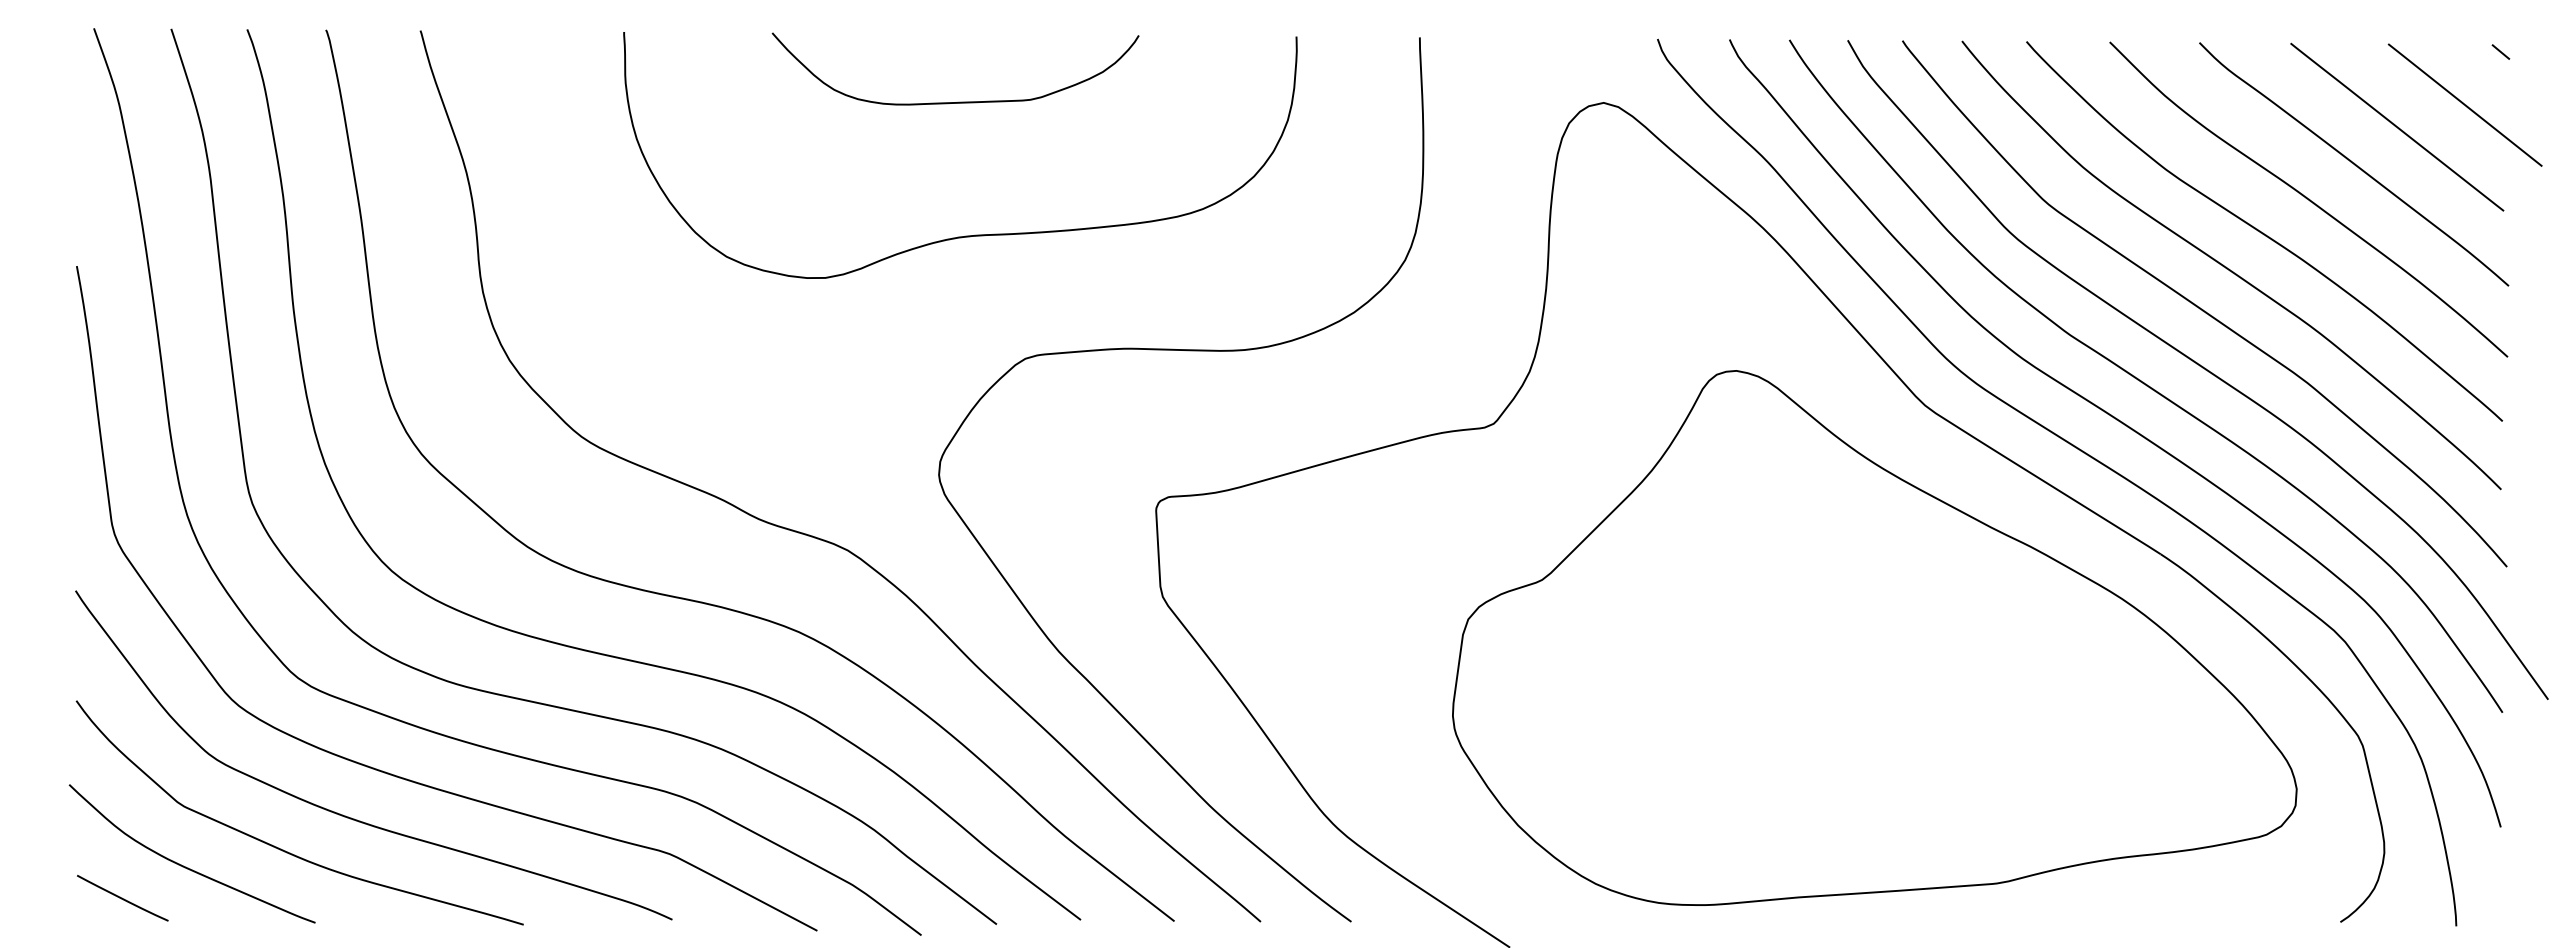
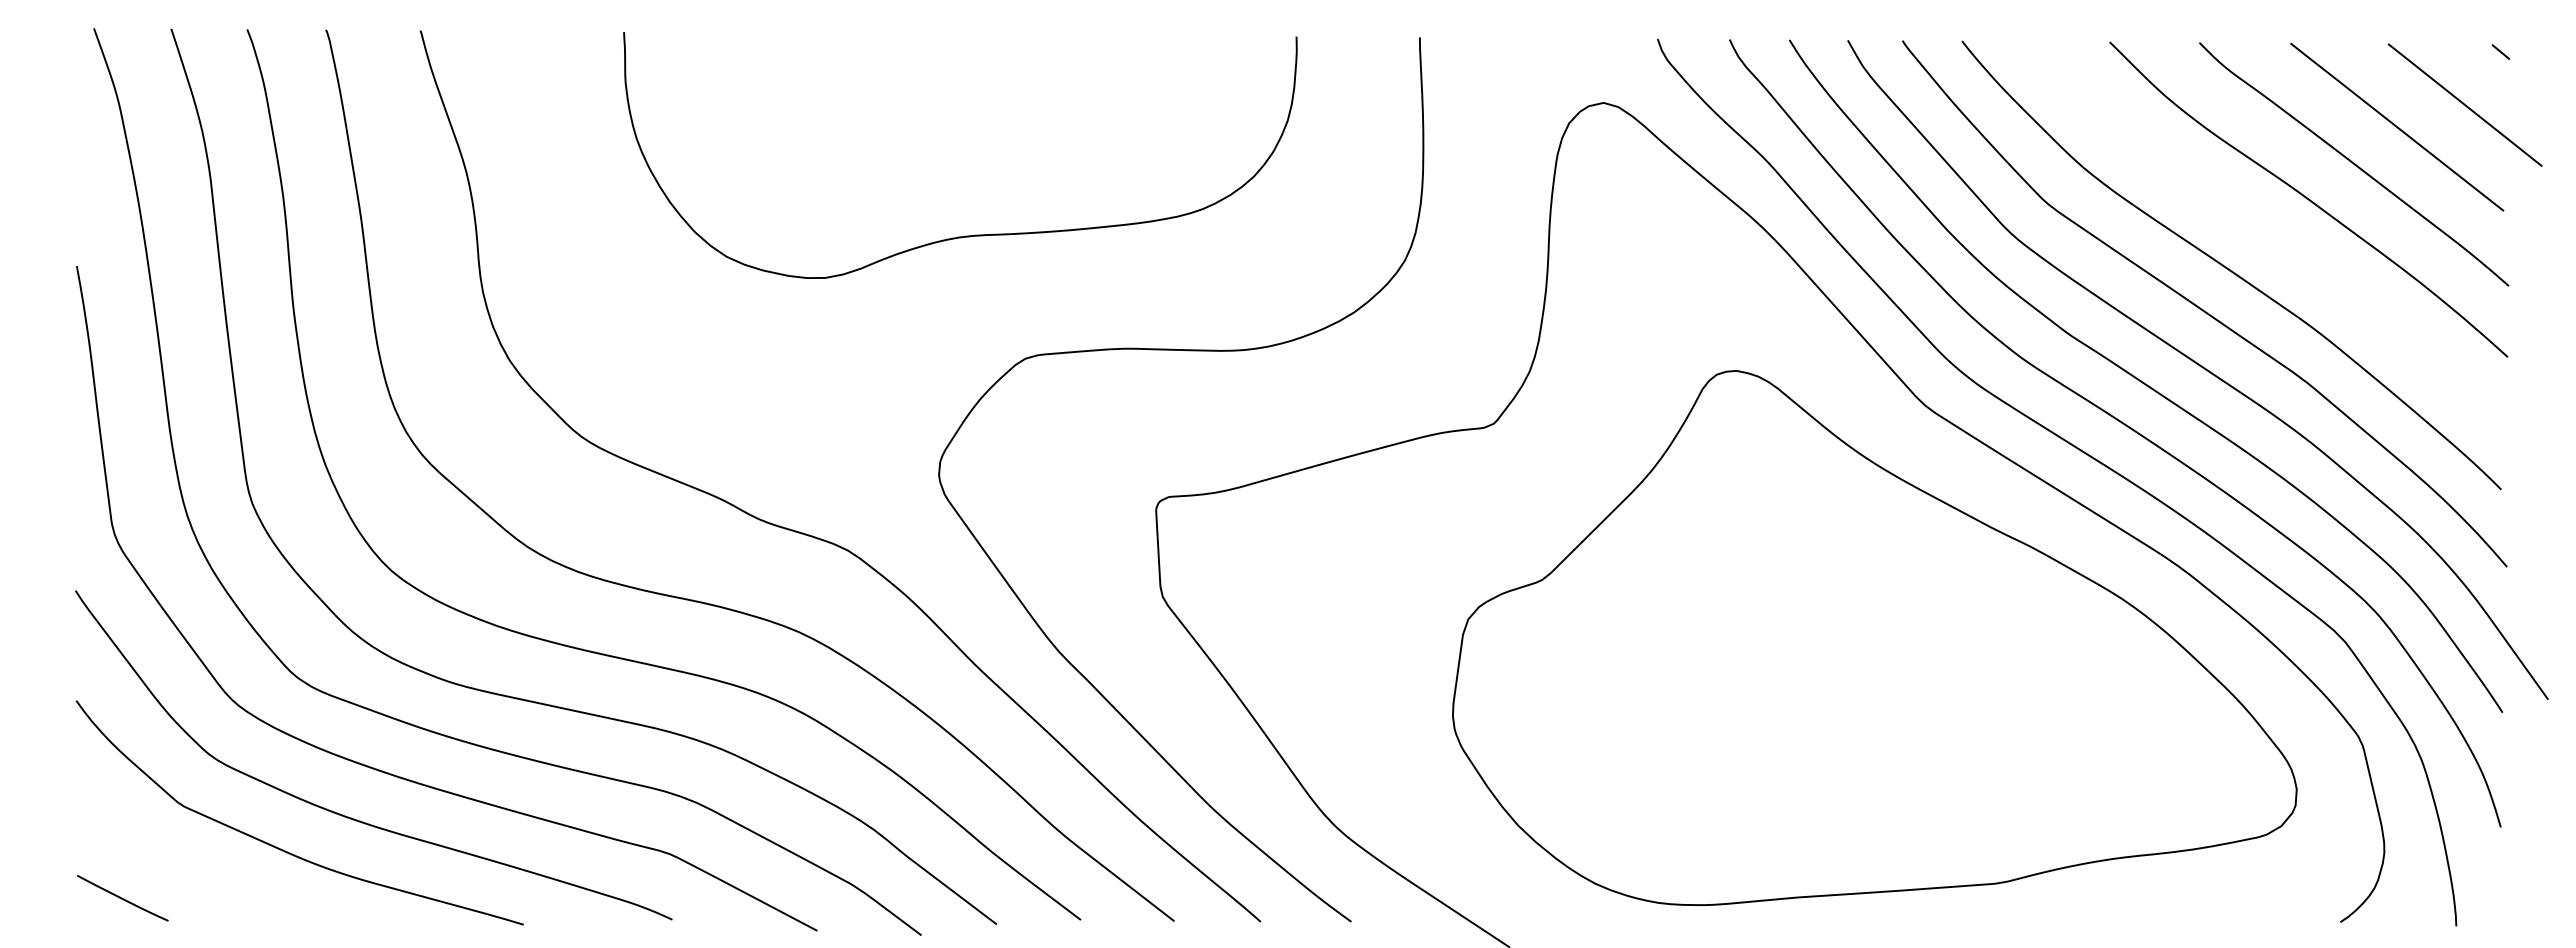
curve at (958, 101): present -> none
curve at (2263, 232): present -> none
curve at (185, 866): present -> none
